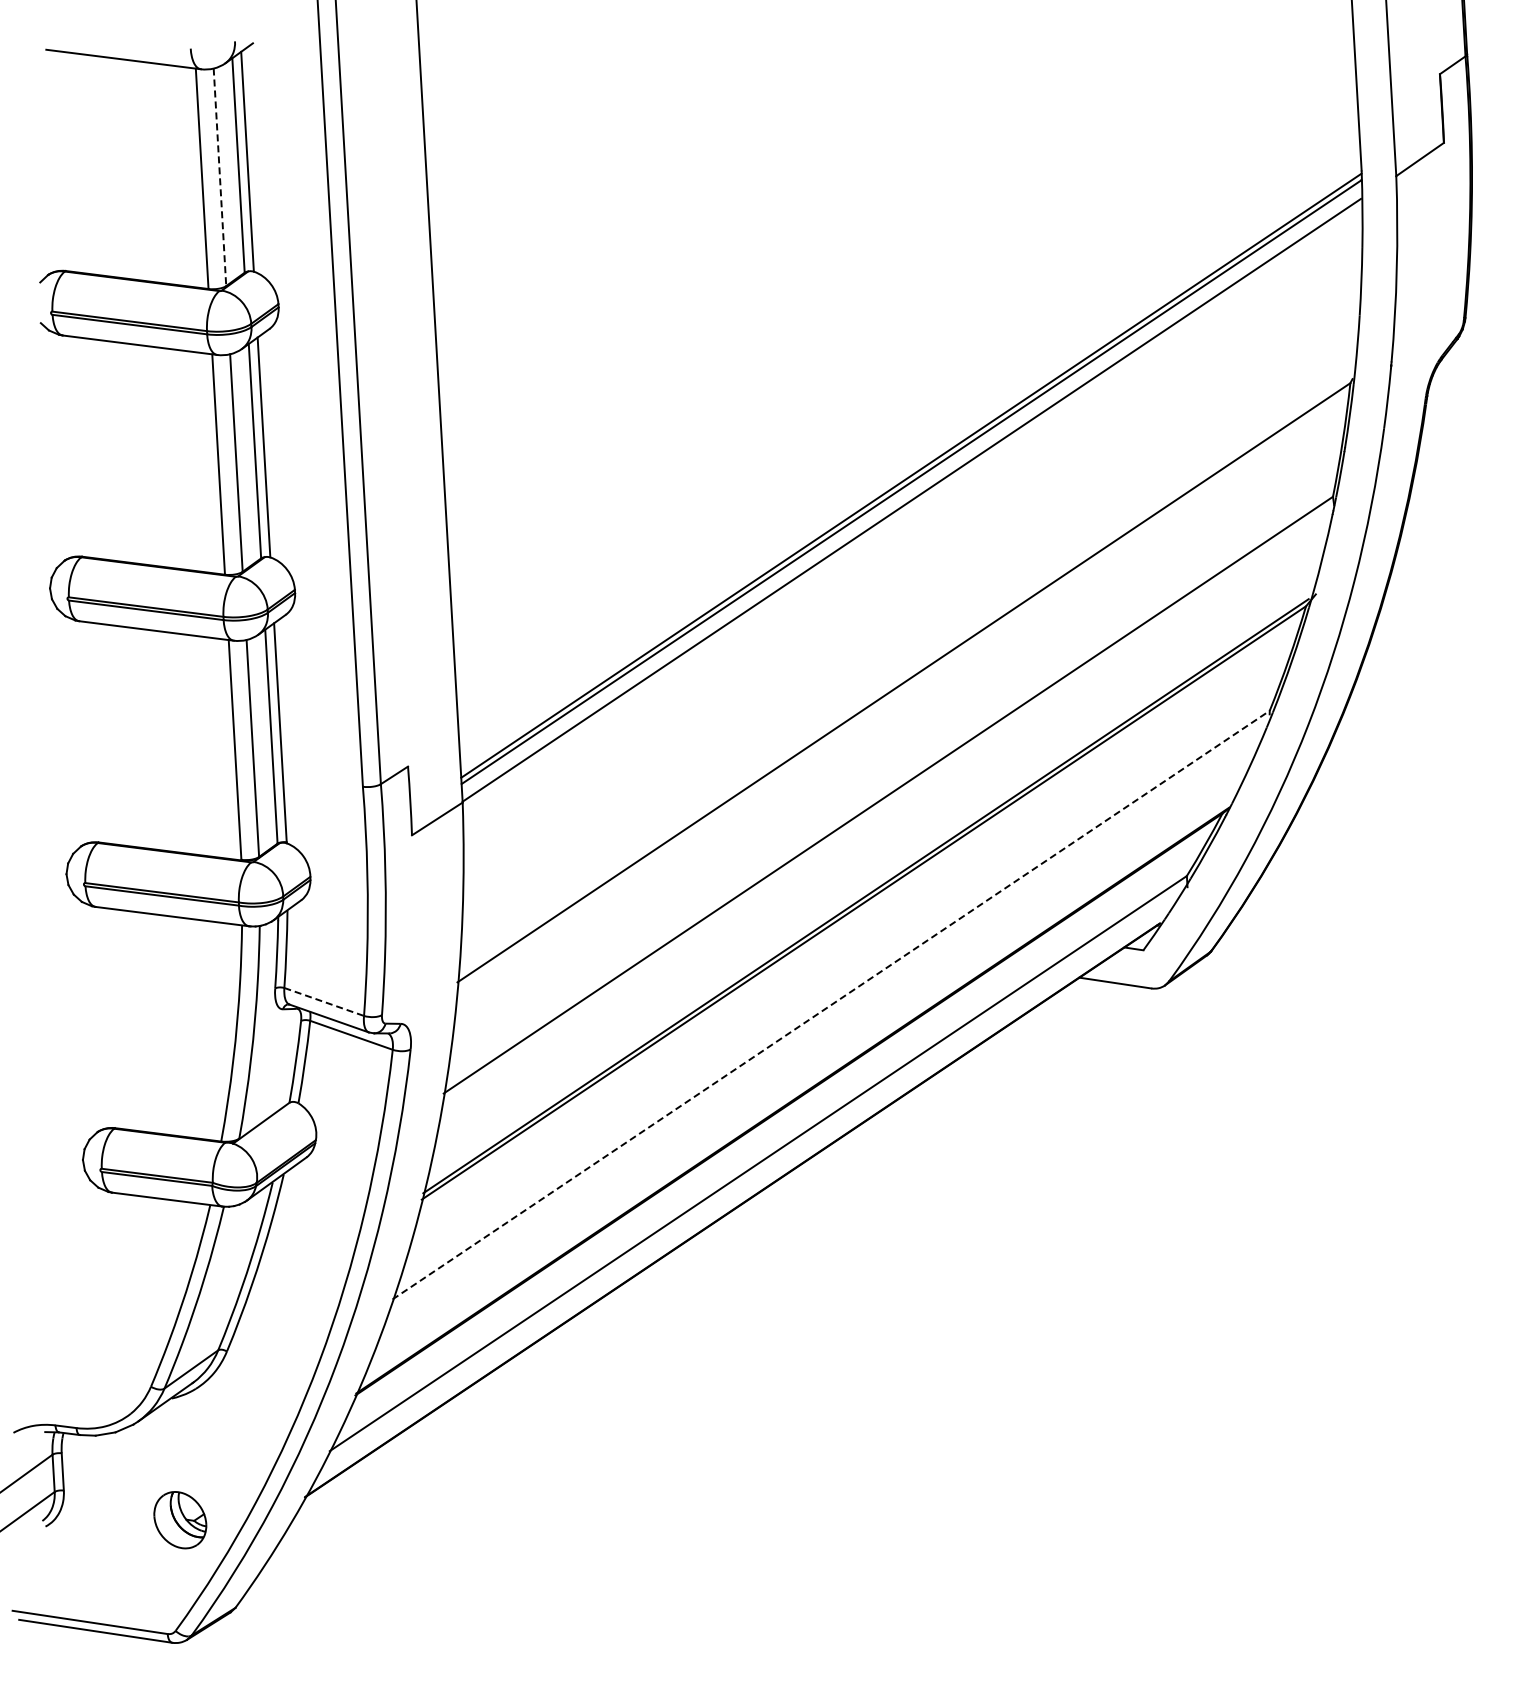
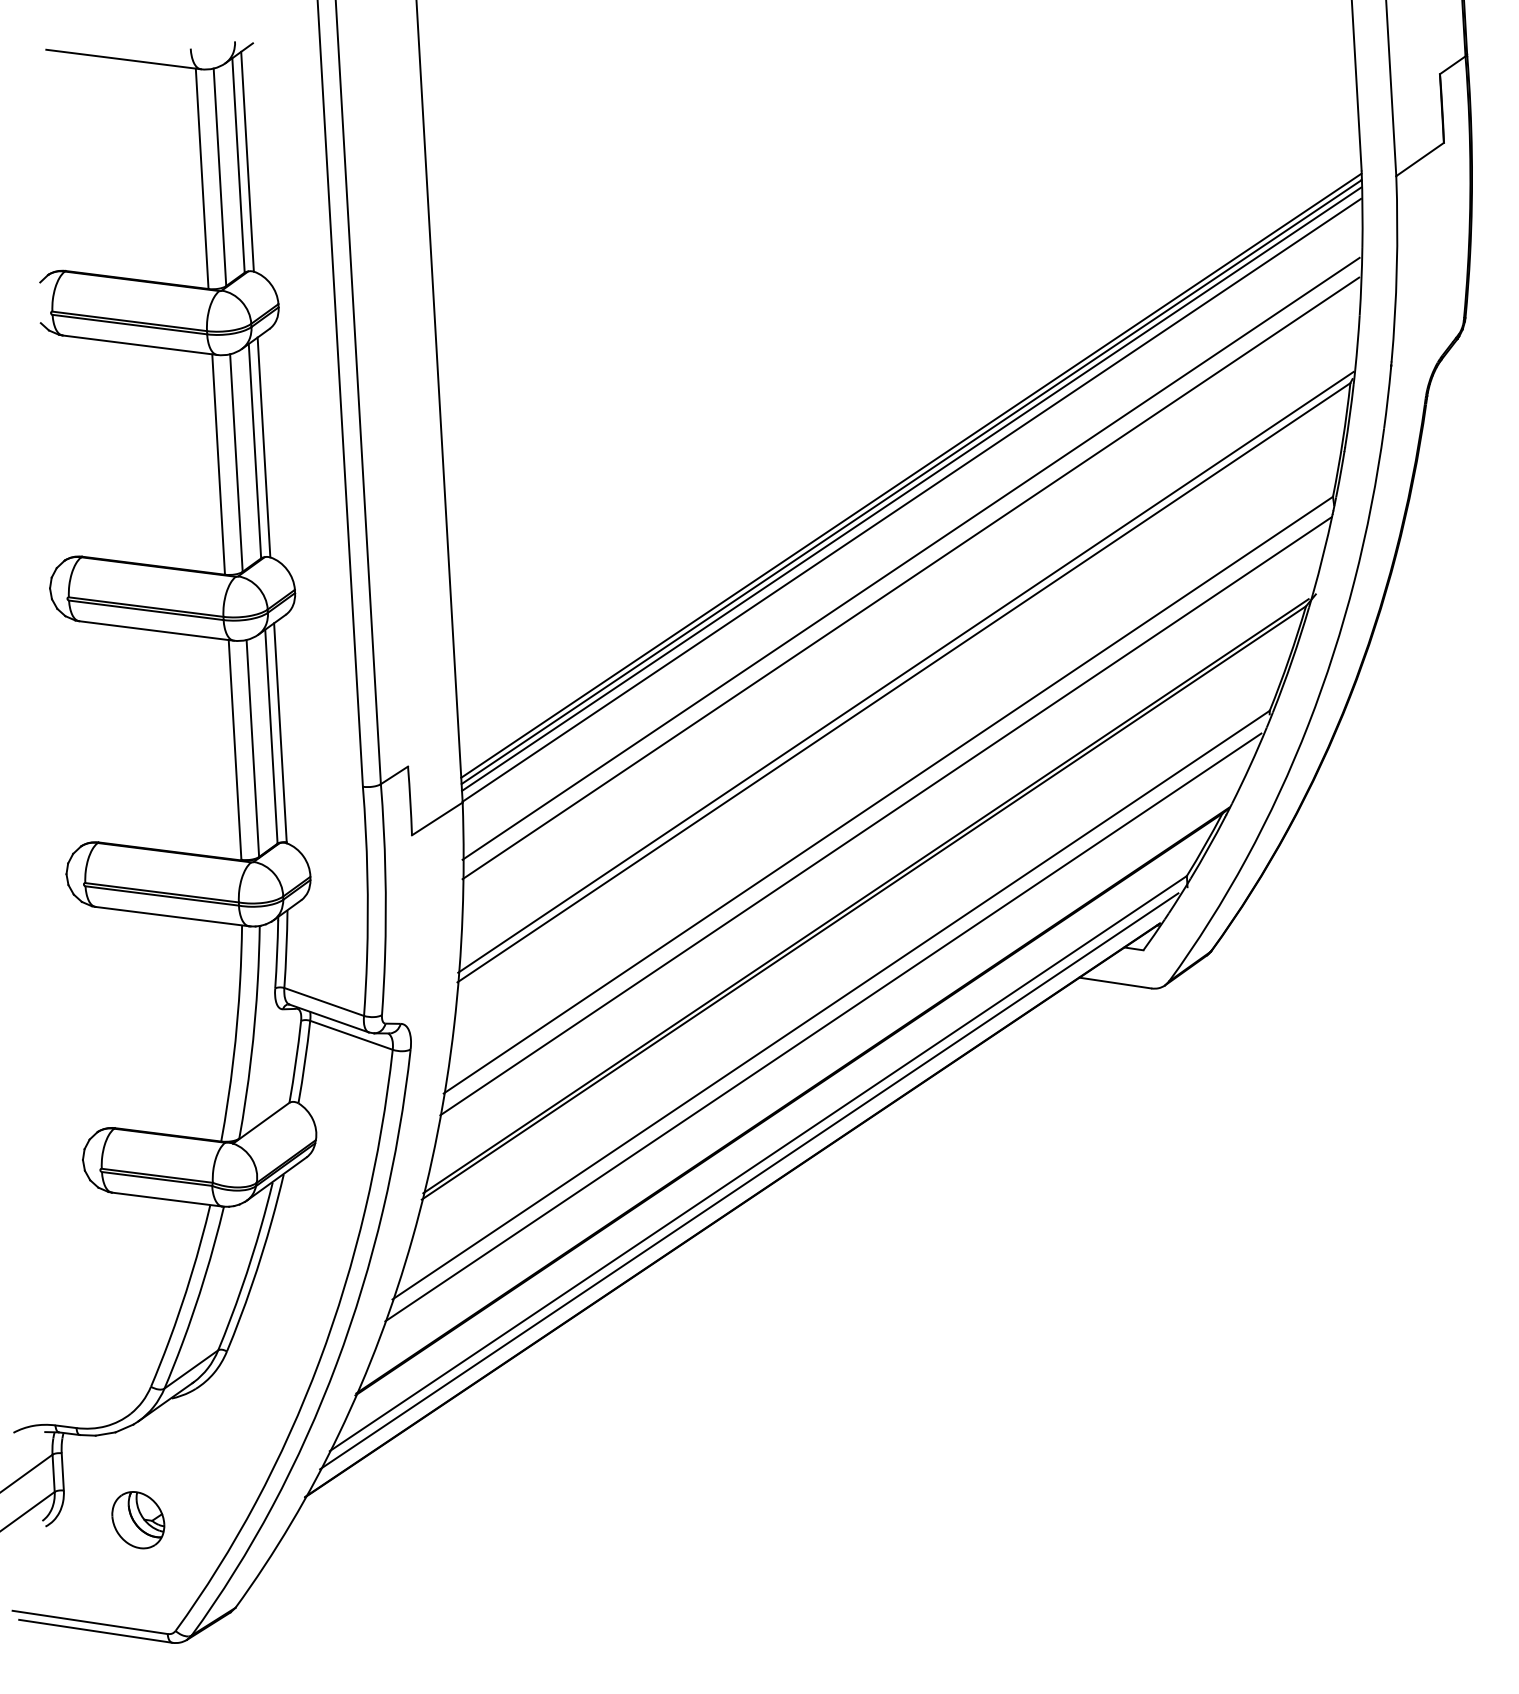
line at (219, 177): dashed -> solid
line at (911, 488): none -> present
line at (910, 558): none -> present
line at (910, 578): none -> present
line at (905, 671): none -> present
line at (885, 816): none -> present
line at (324, 1002): dashed -> solid
line at (831, 1004): dashed -> solid
line at (823, 1027): none -> present
line at (749, 1181): none -> present
part at (180, 1520) position: (180, 1520) -> (138, 1520)
